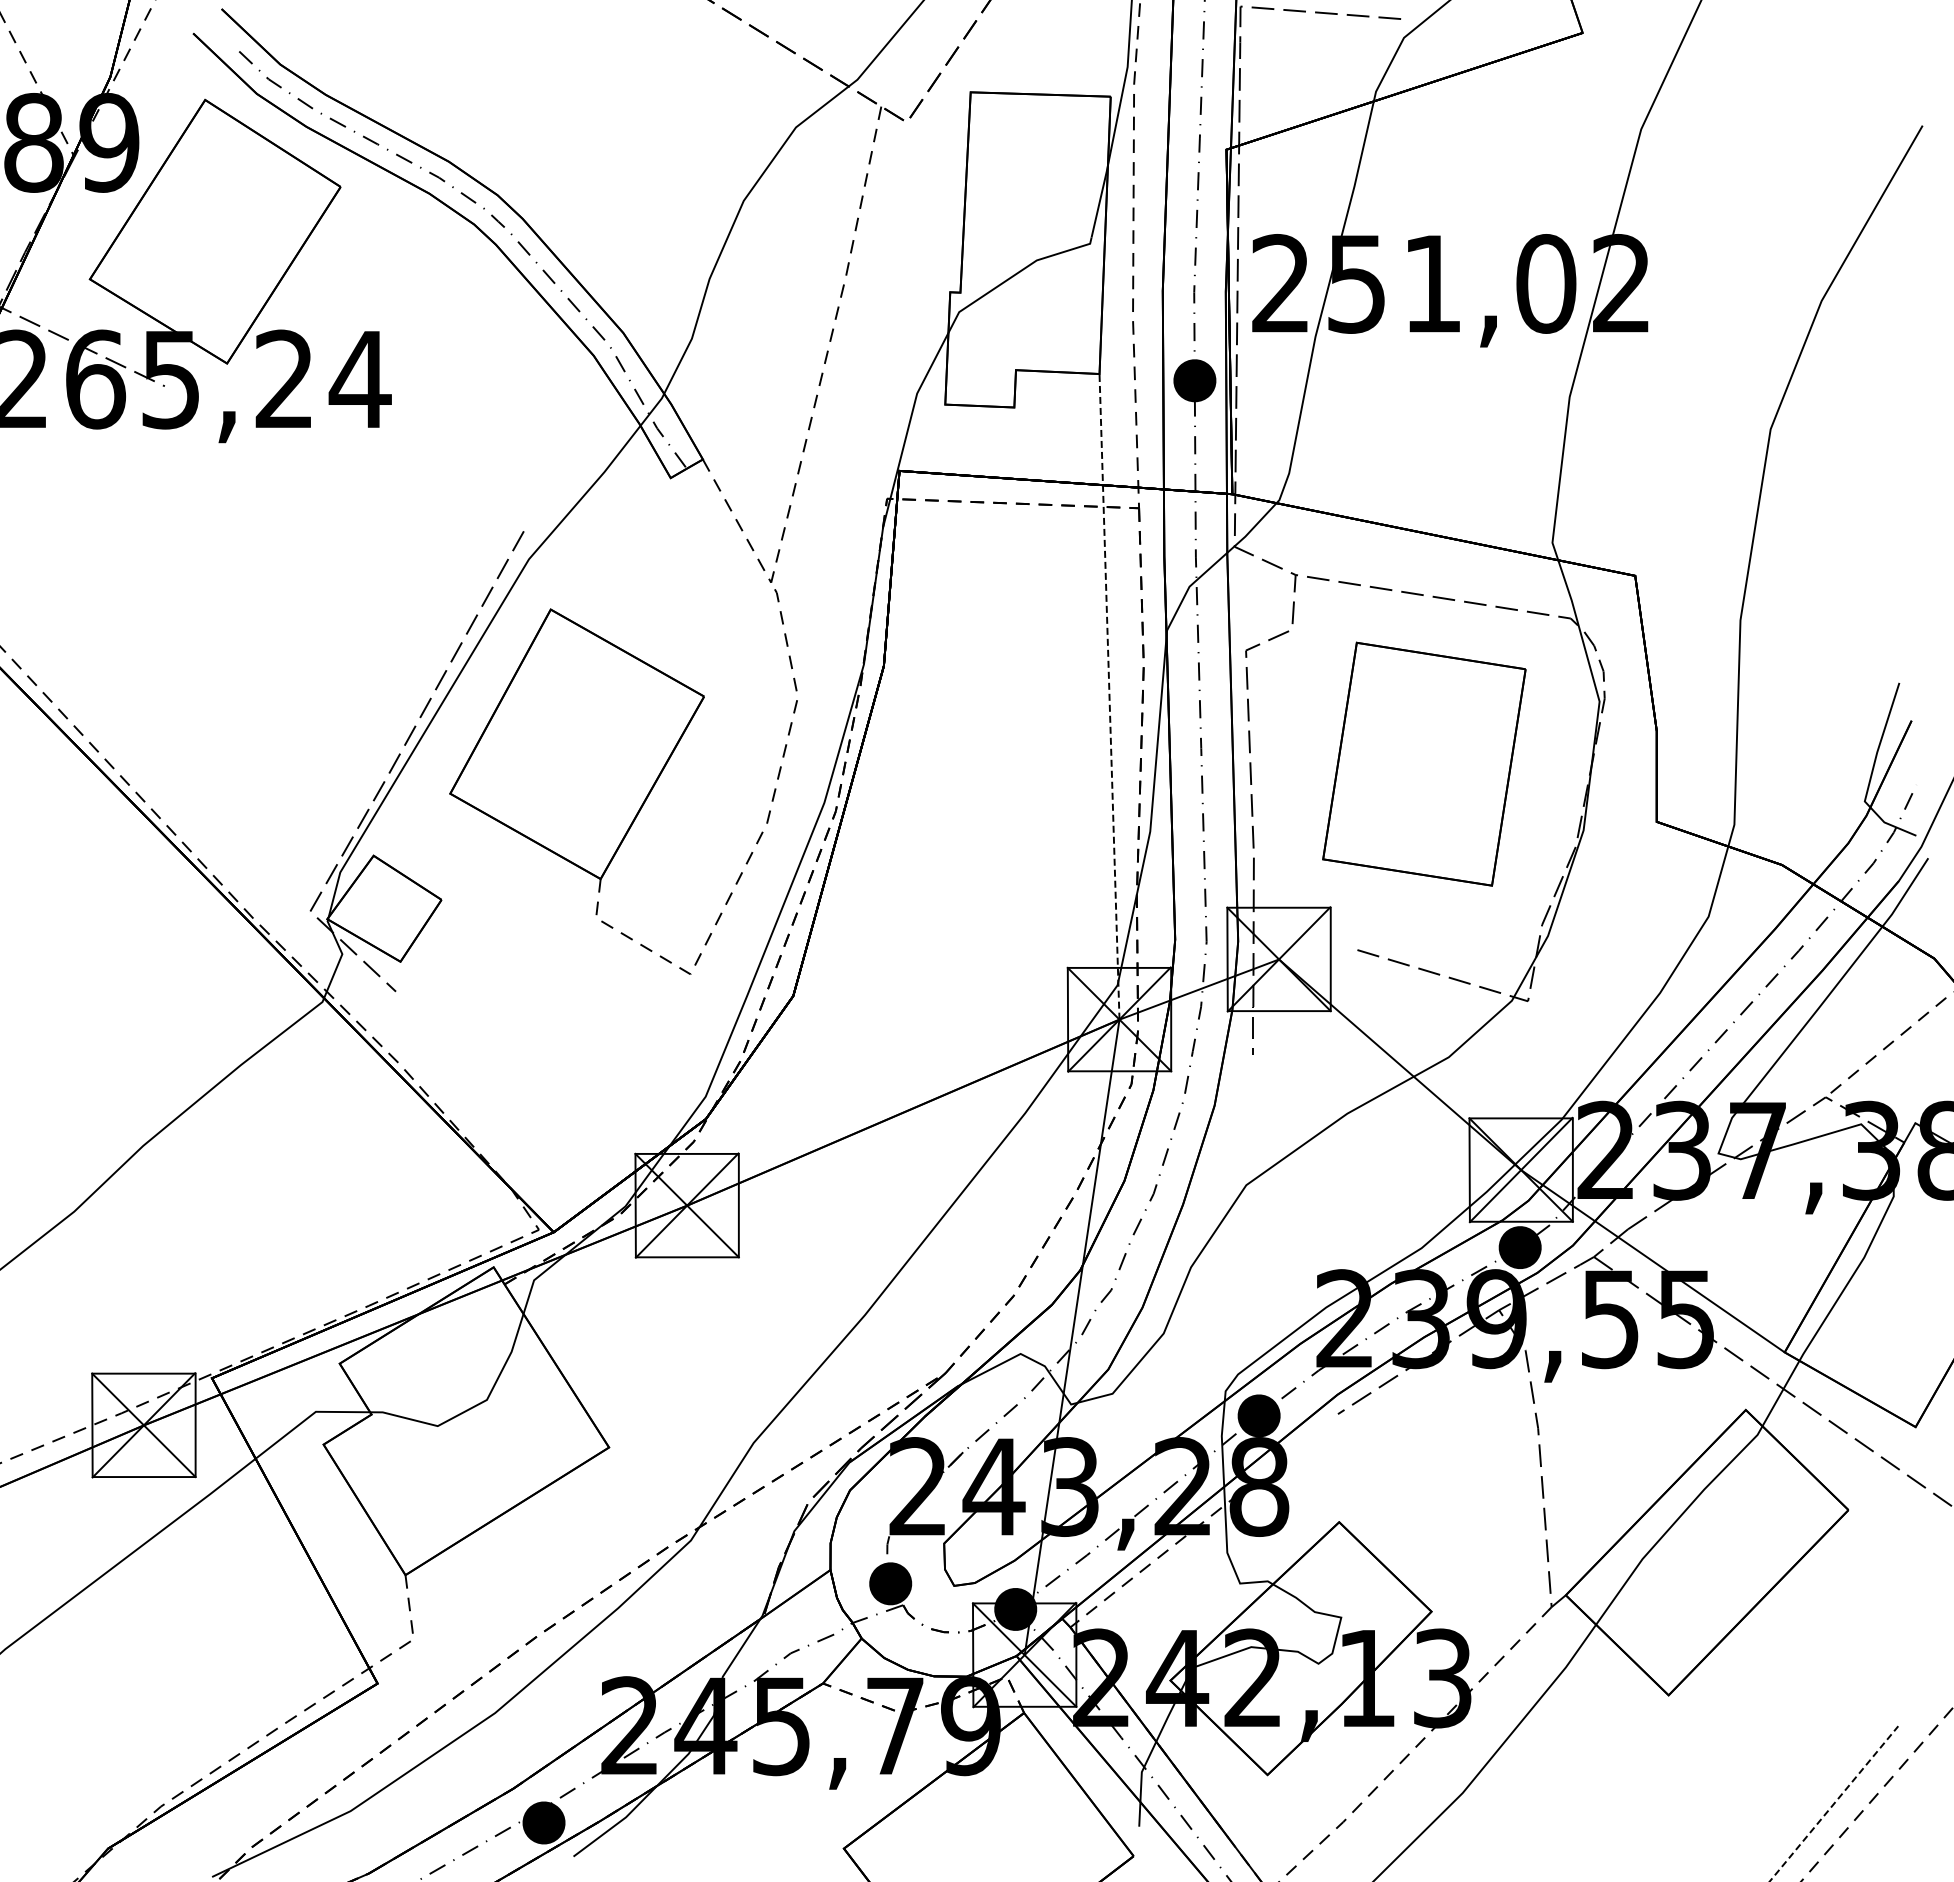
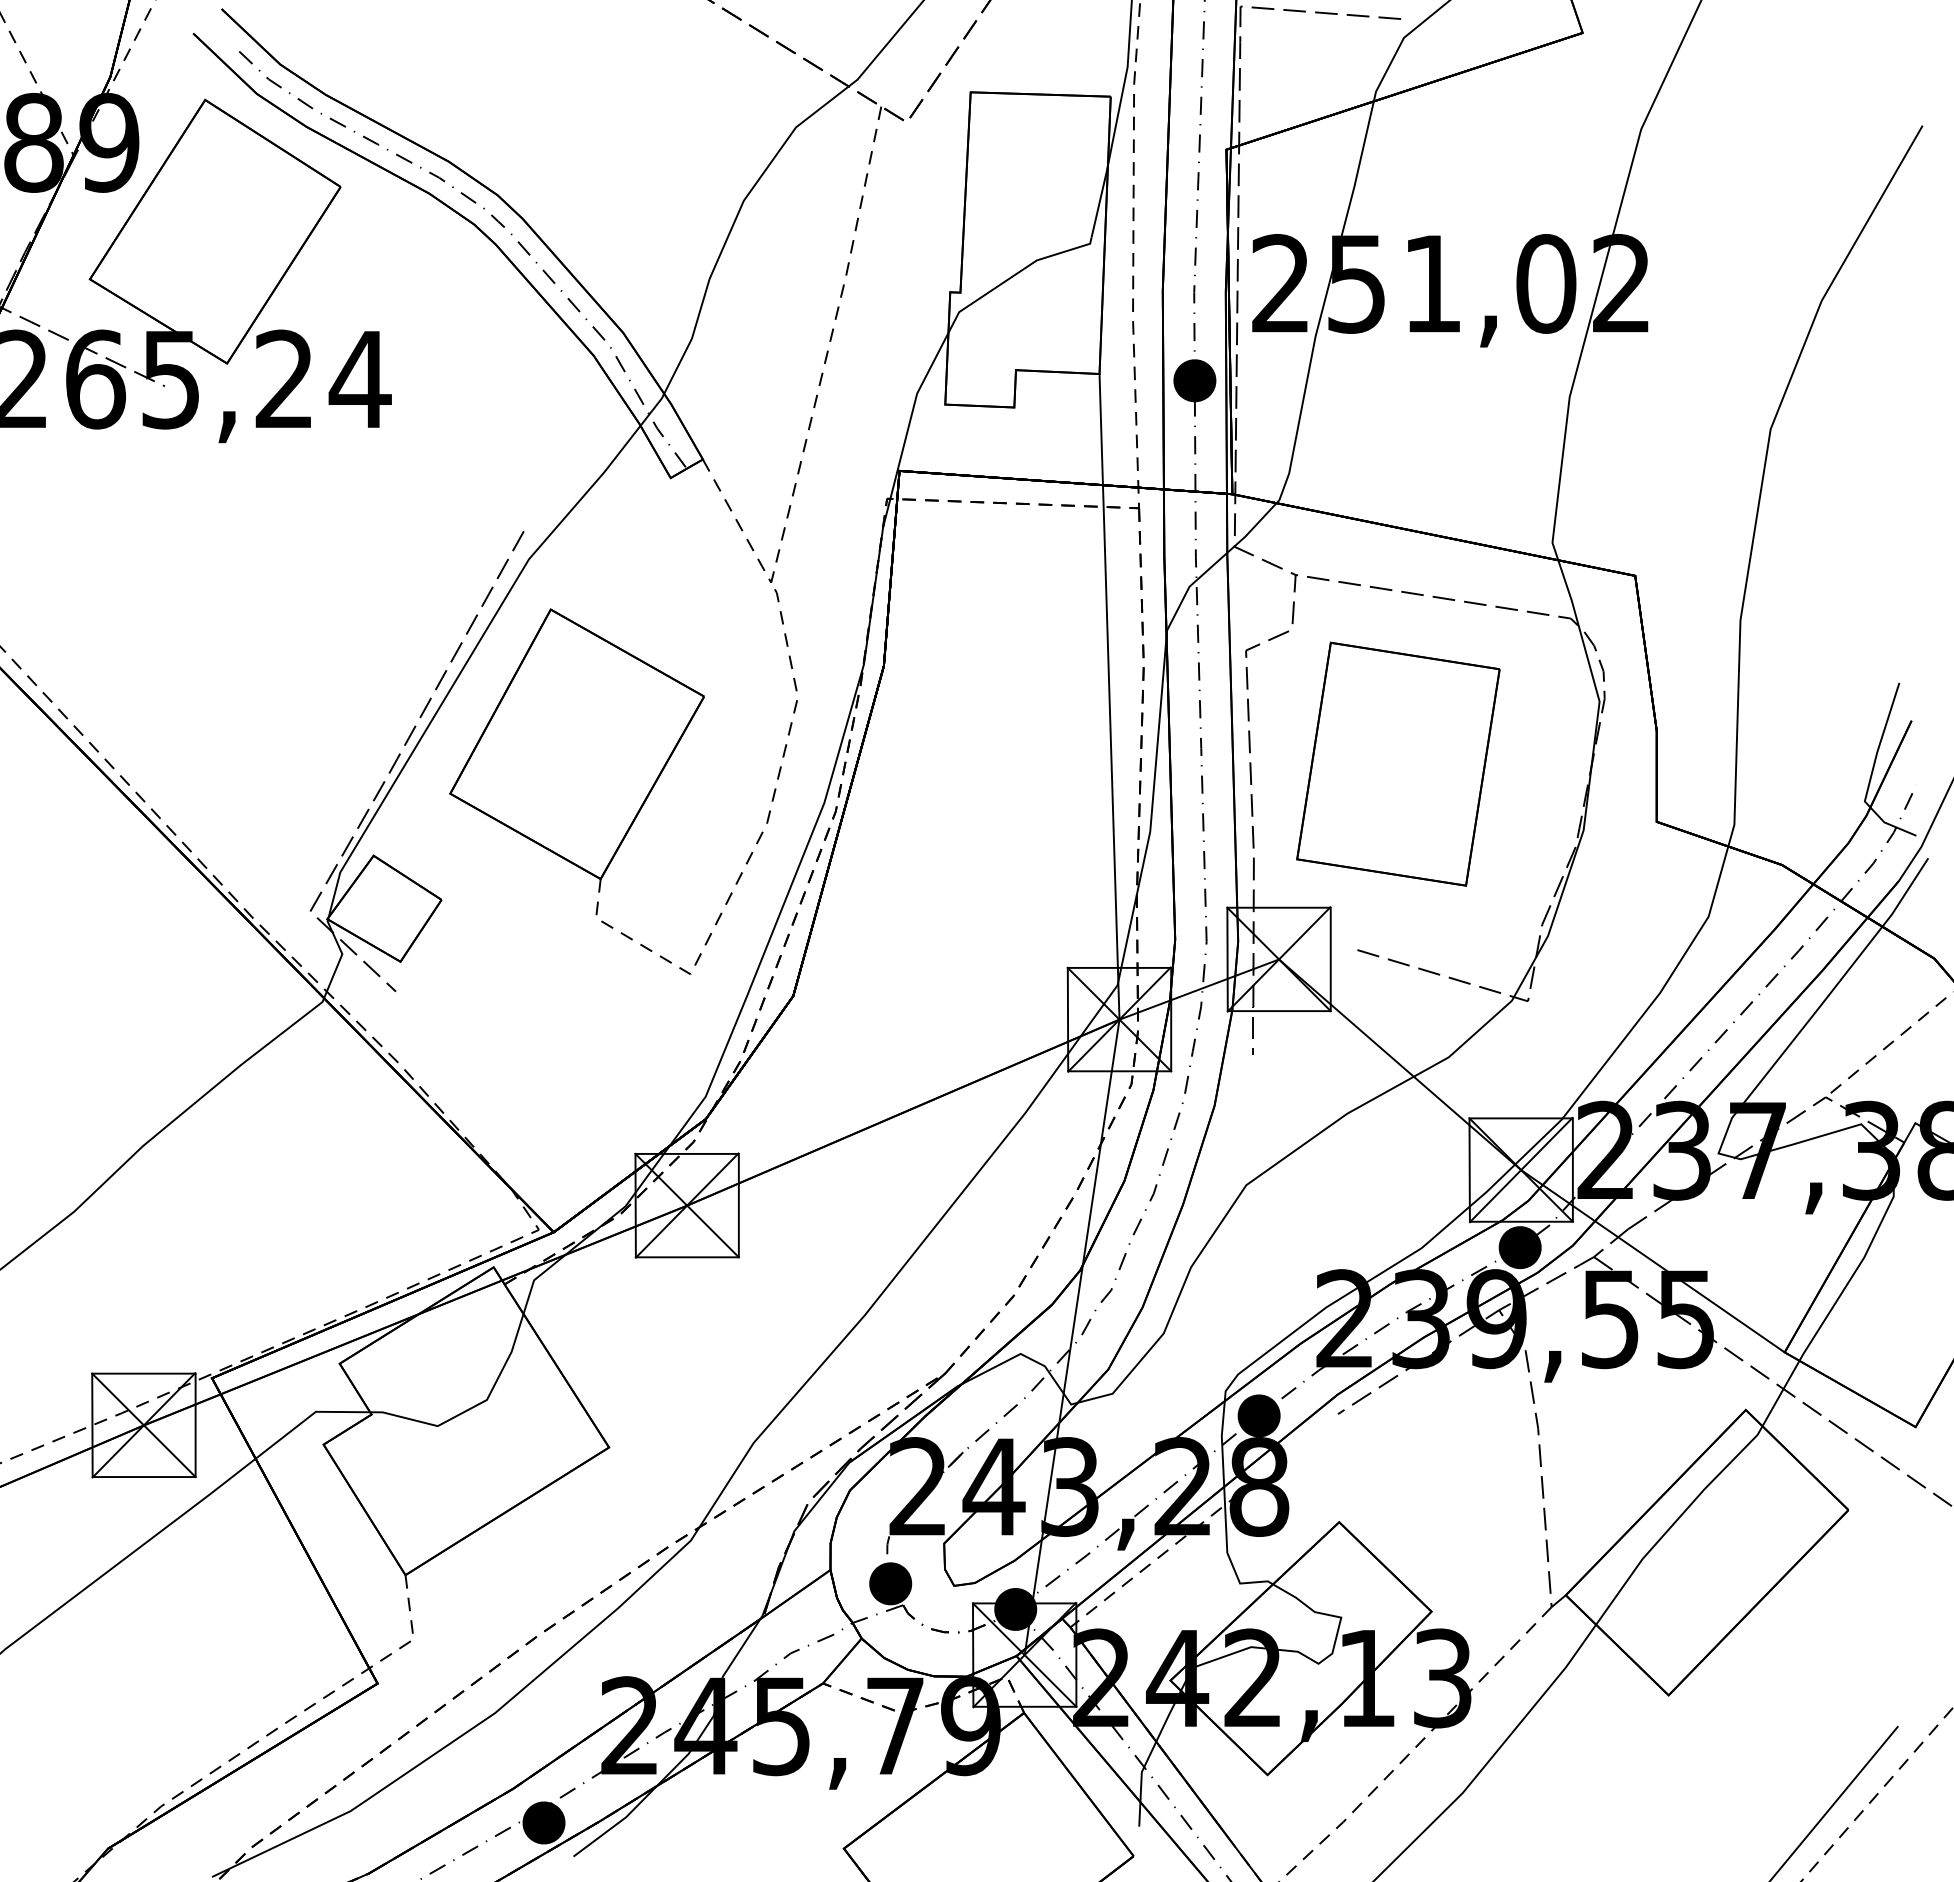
line at (1109, 696): dashed -> solid
part at (1424, 763) position: (1424, 763) -> (1398, 763)
line at (1834, 1803): dashed -> solid
